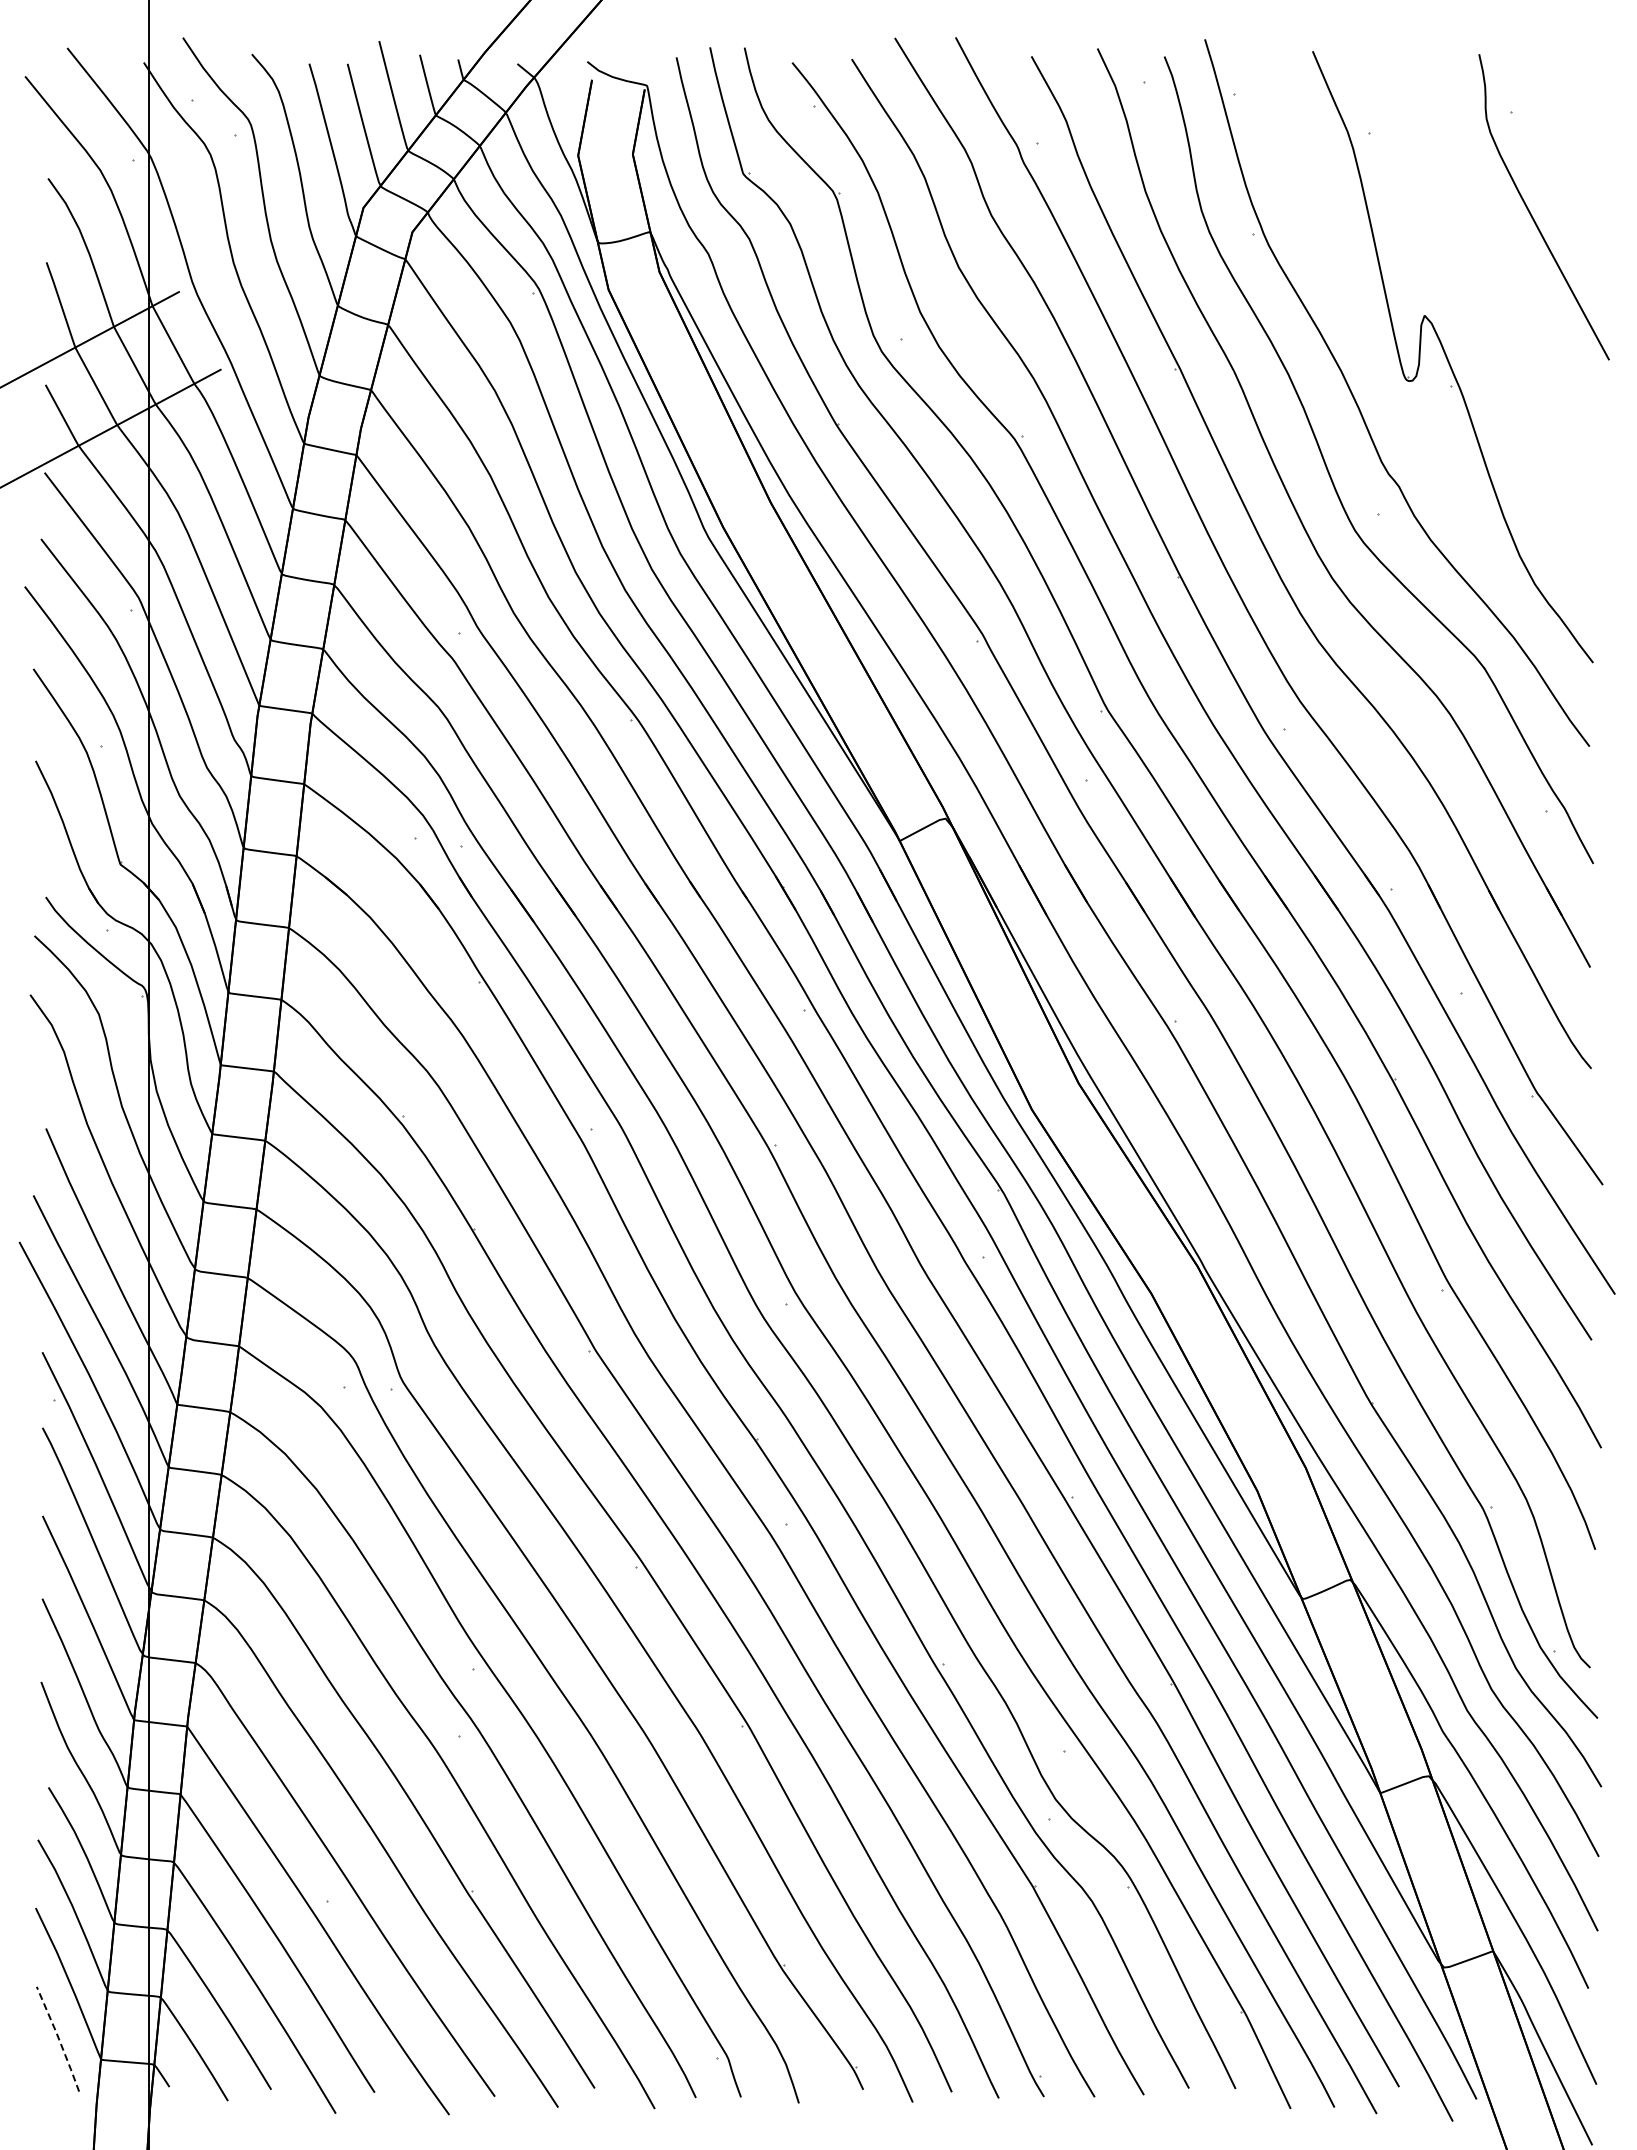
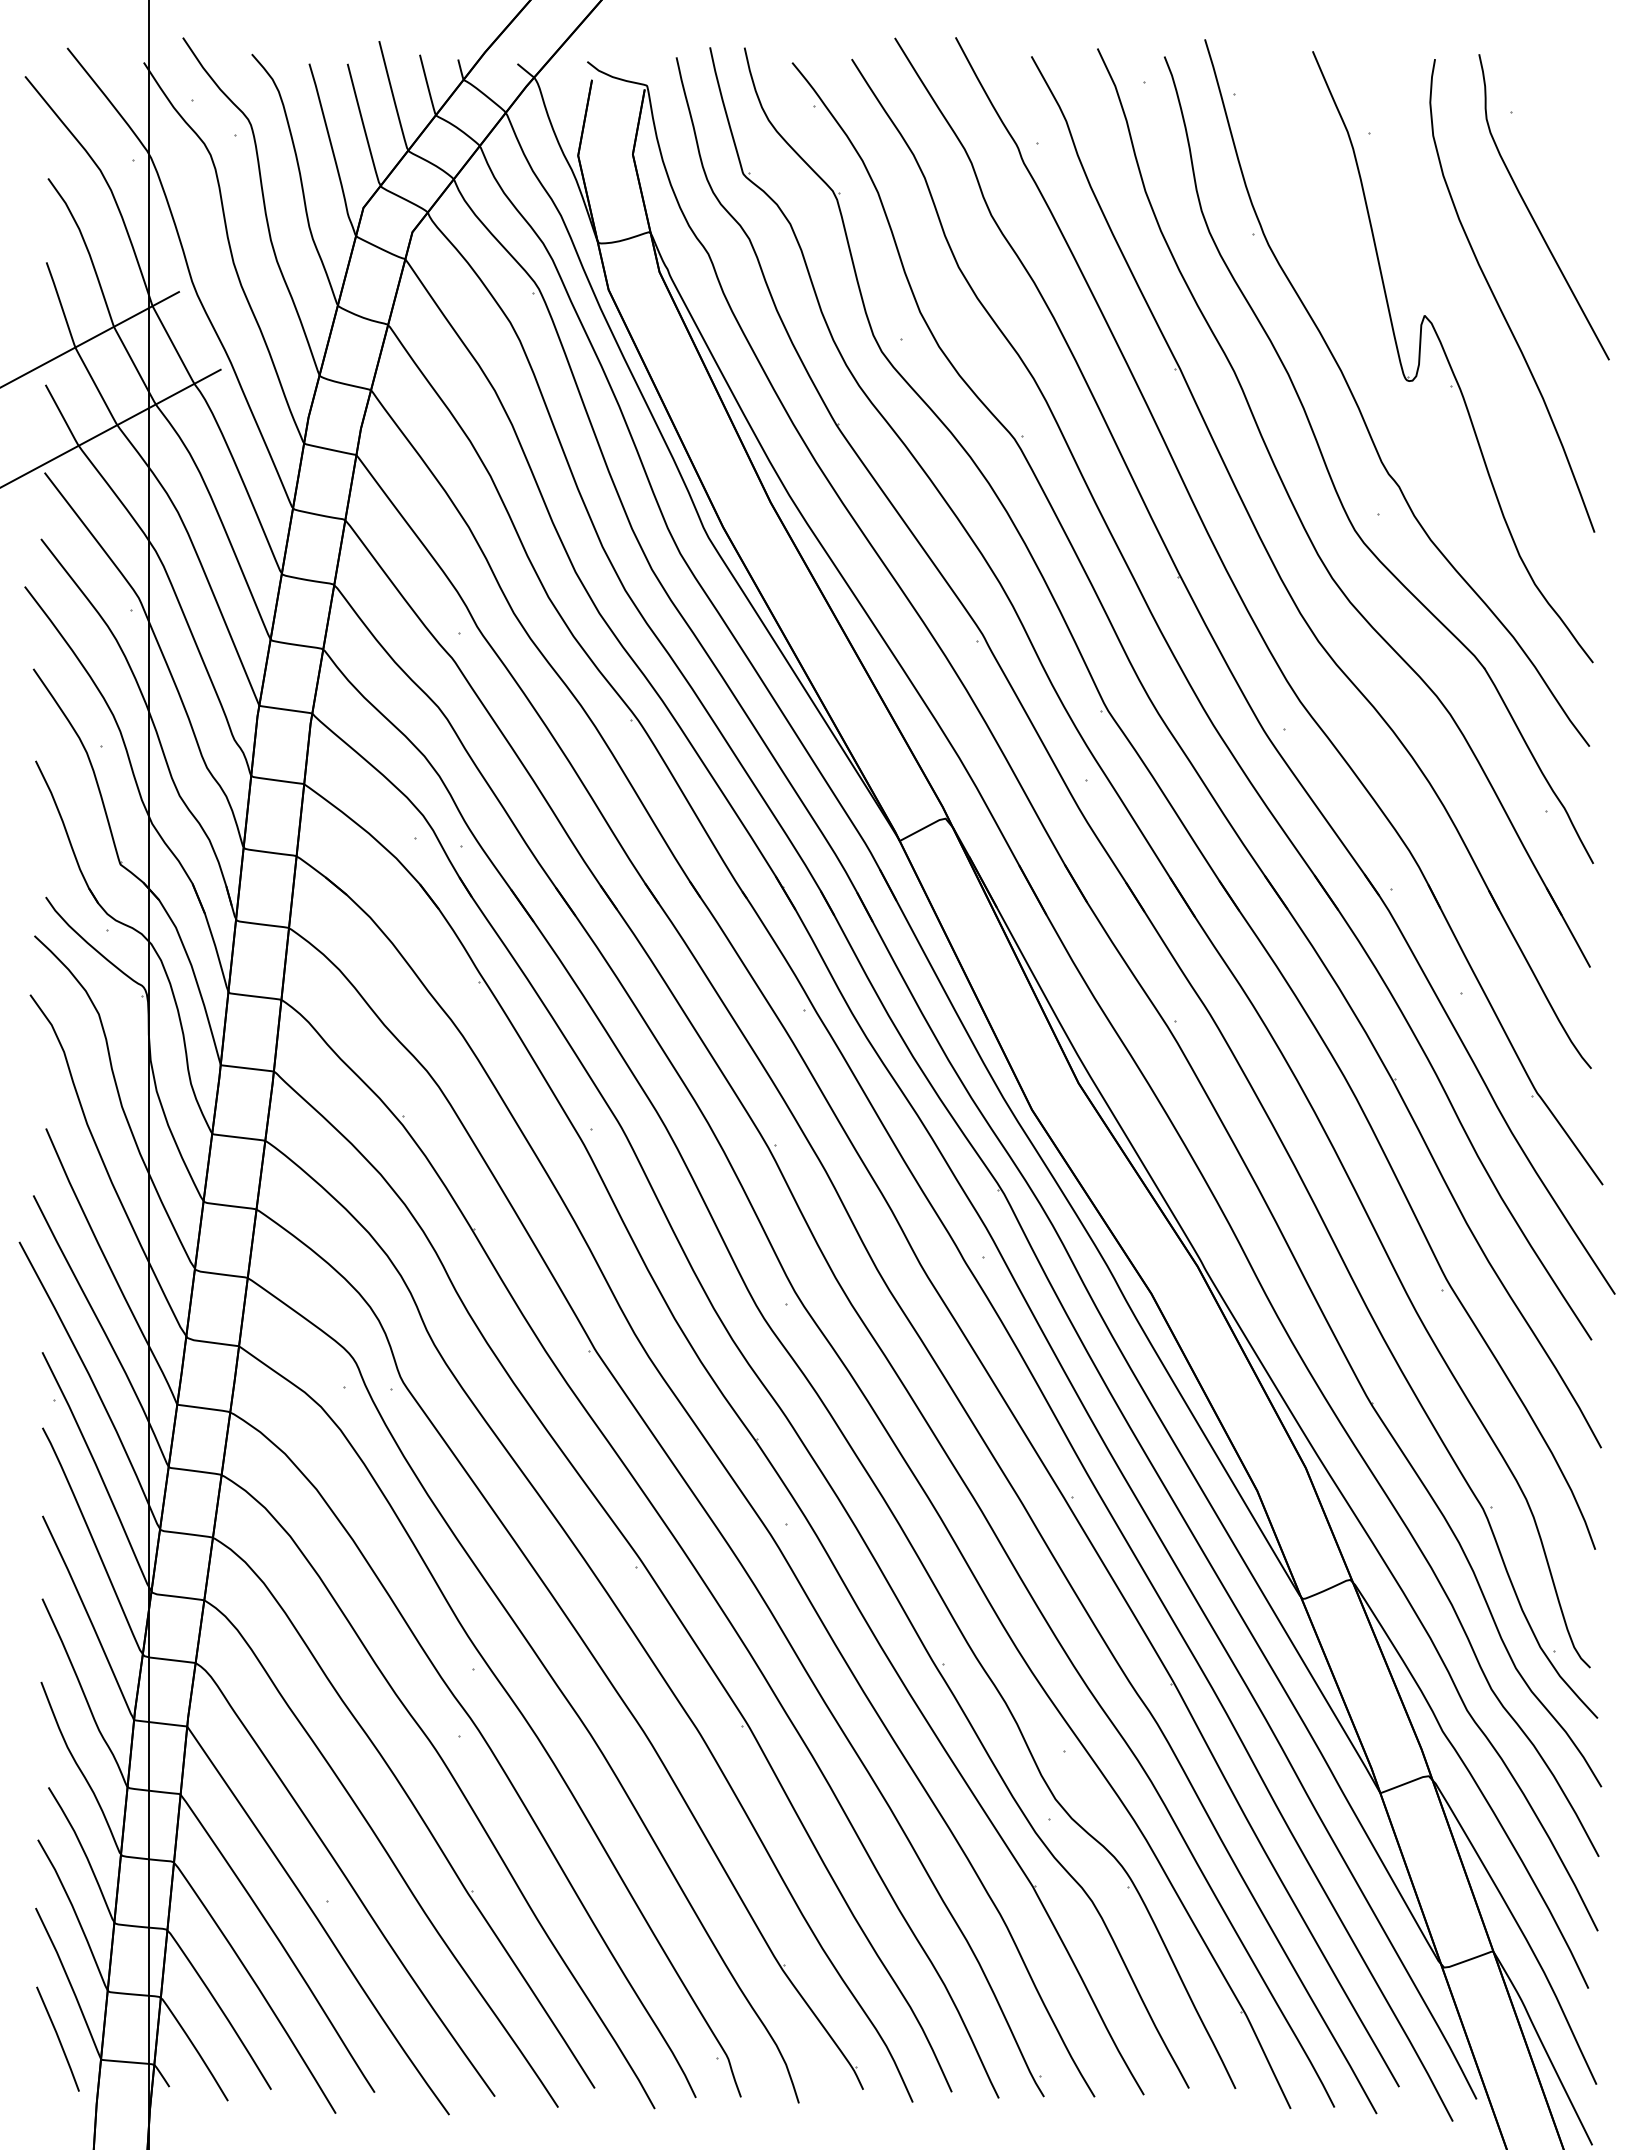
curve at (1498, 302): none -> present
line at (58, 2038): dashed -> solid
